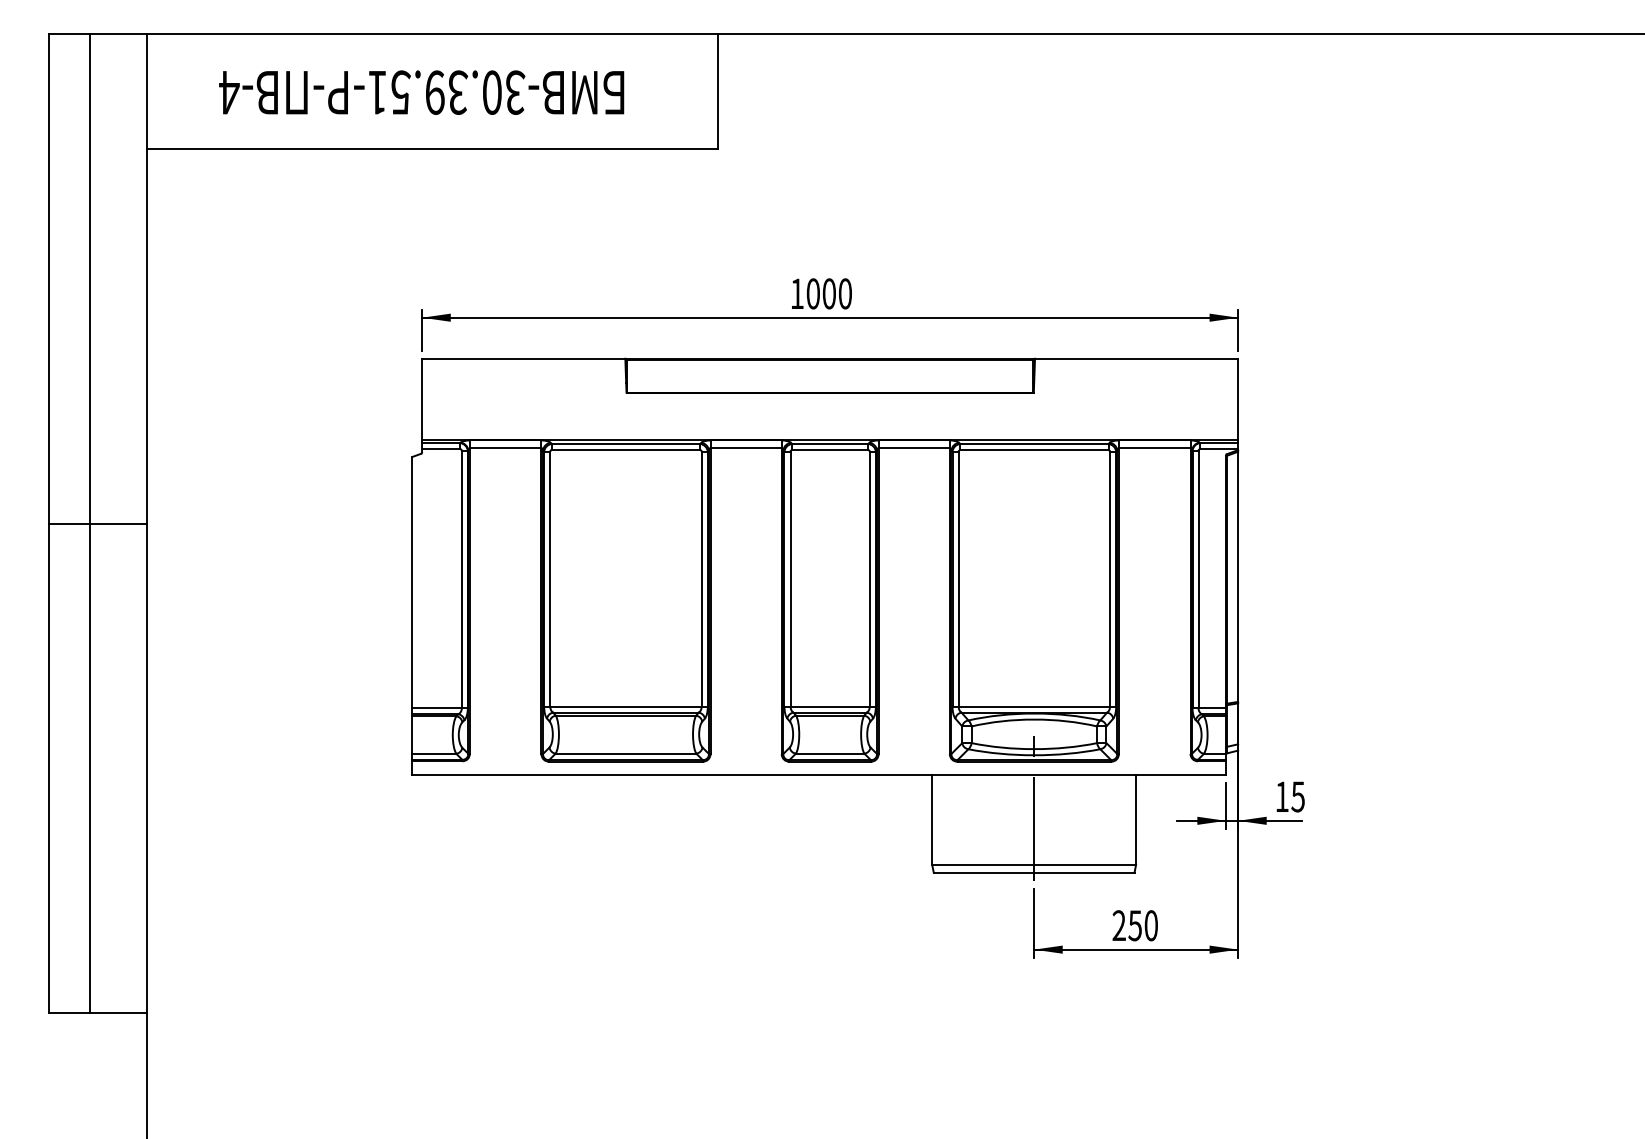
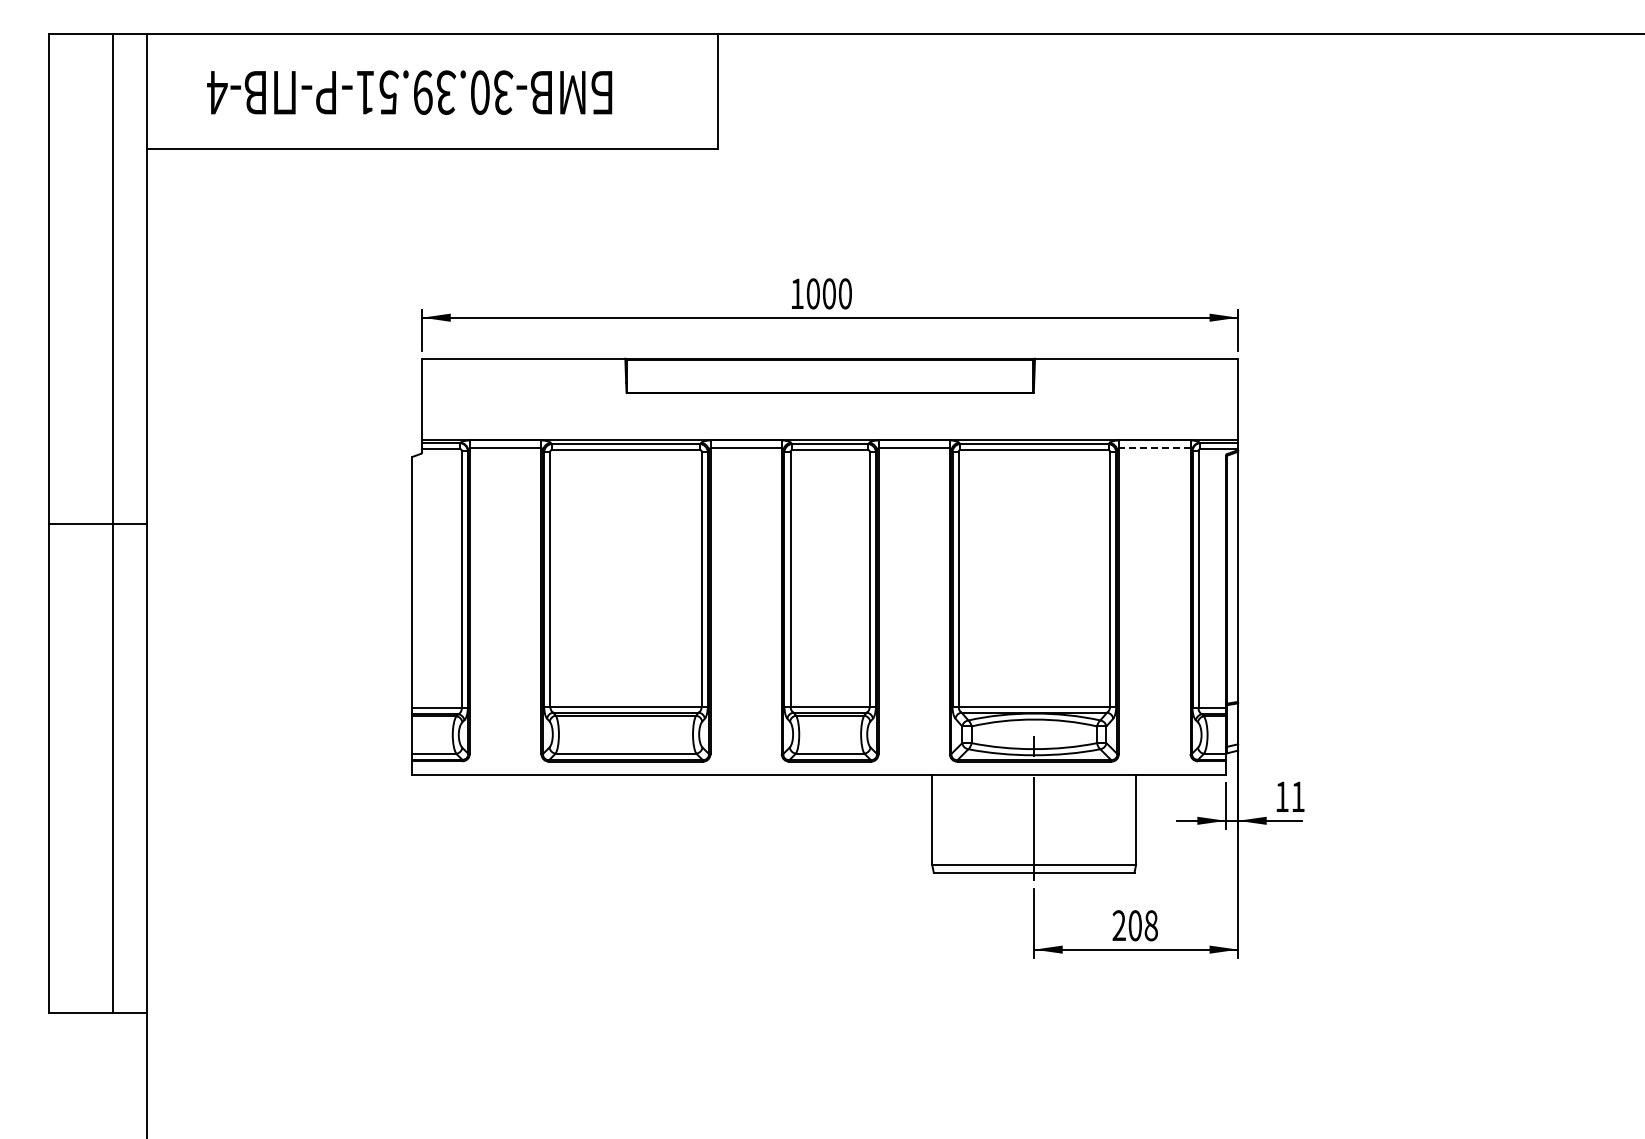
text at (421, 92) position: (421, 92) -> (409, 92)
line at (1154, 448): solid -> dashed
line at (90, 523) position: (90, 523) -> (113, 523)
text at (1297, 796): 15 -> 11
text at (1142, 925): 250 -> 208
